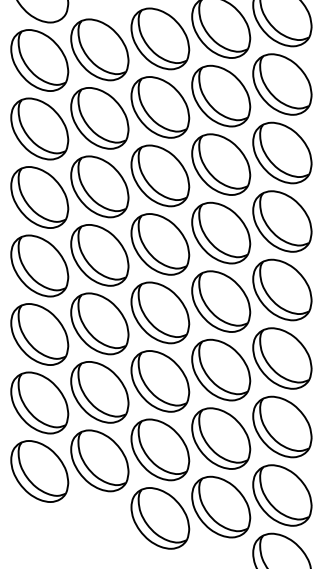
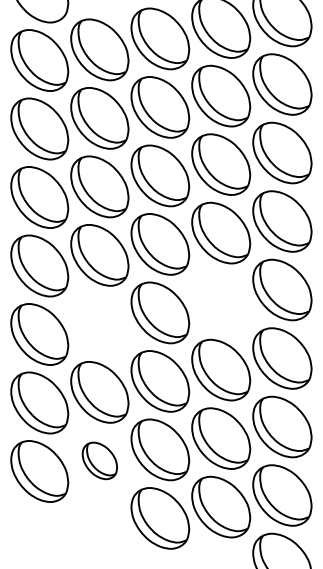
part at (221, 301): present -> none
part at (99, 323): present -> none
part at (99, 460) size: 60x64 px -> 37x40 px
